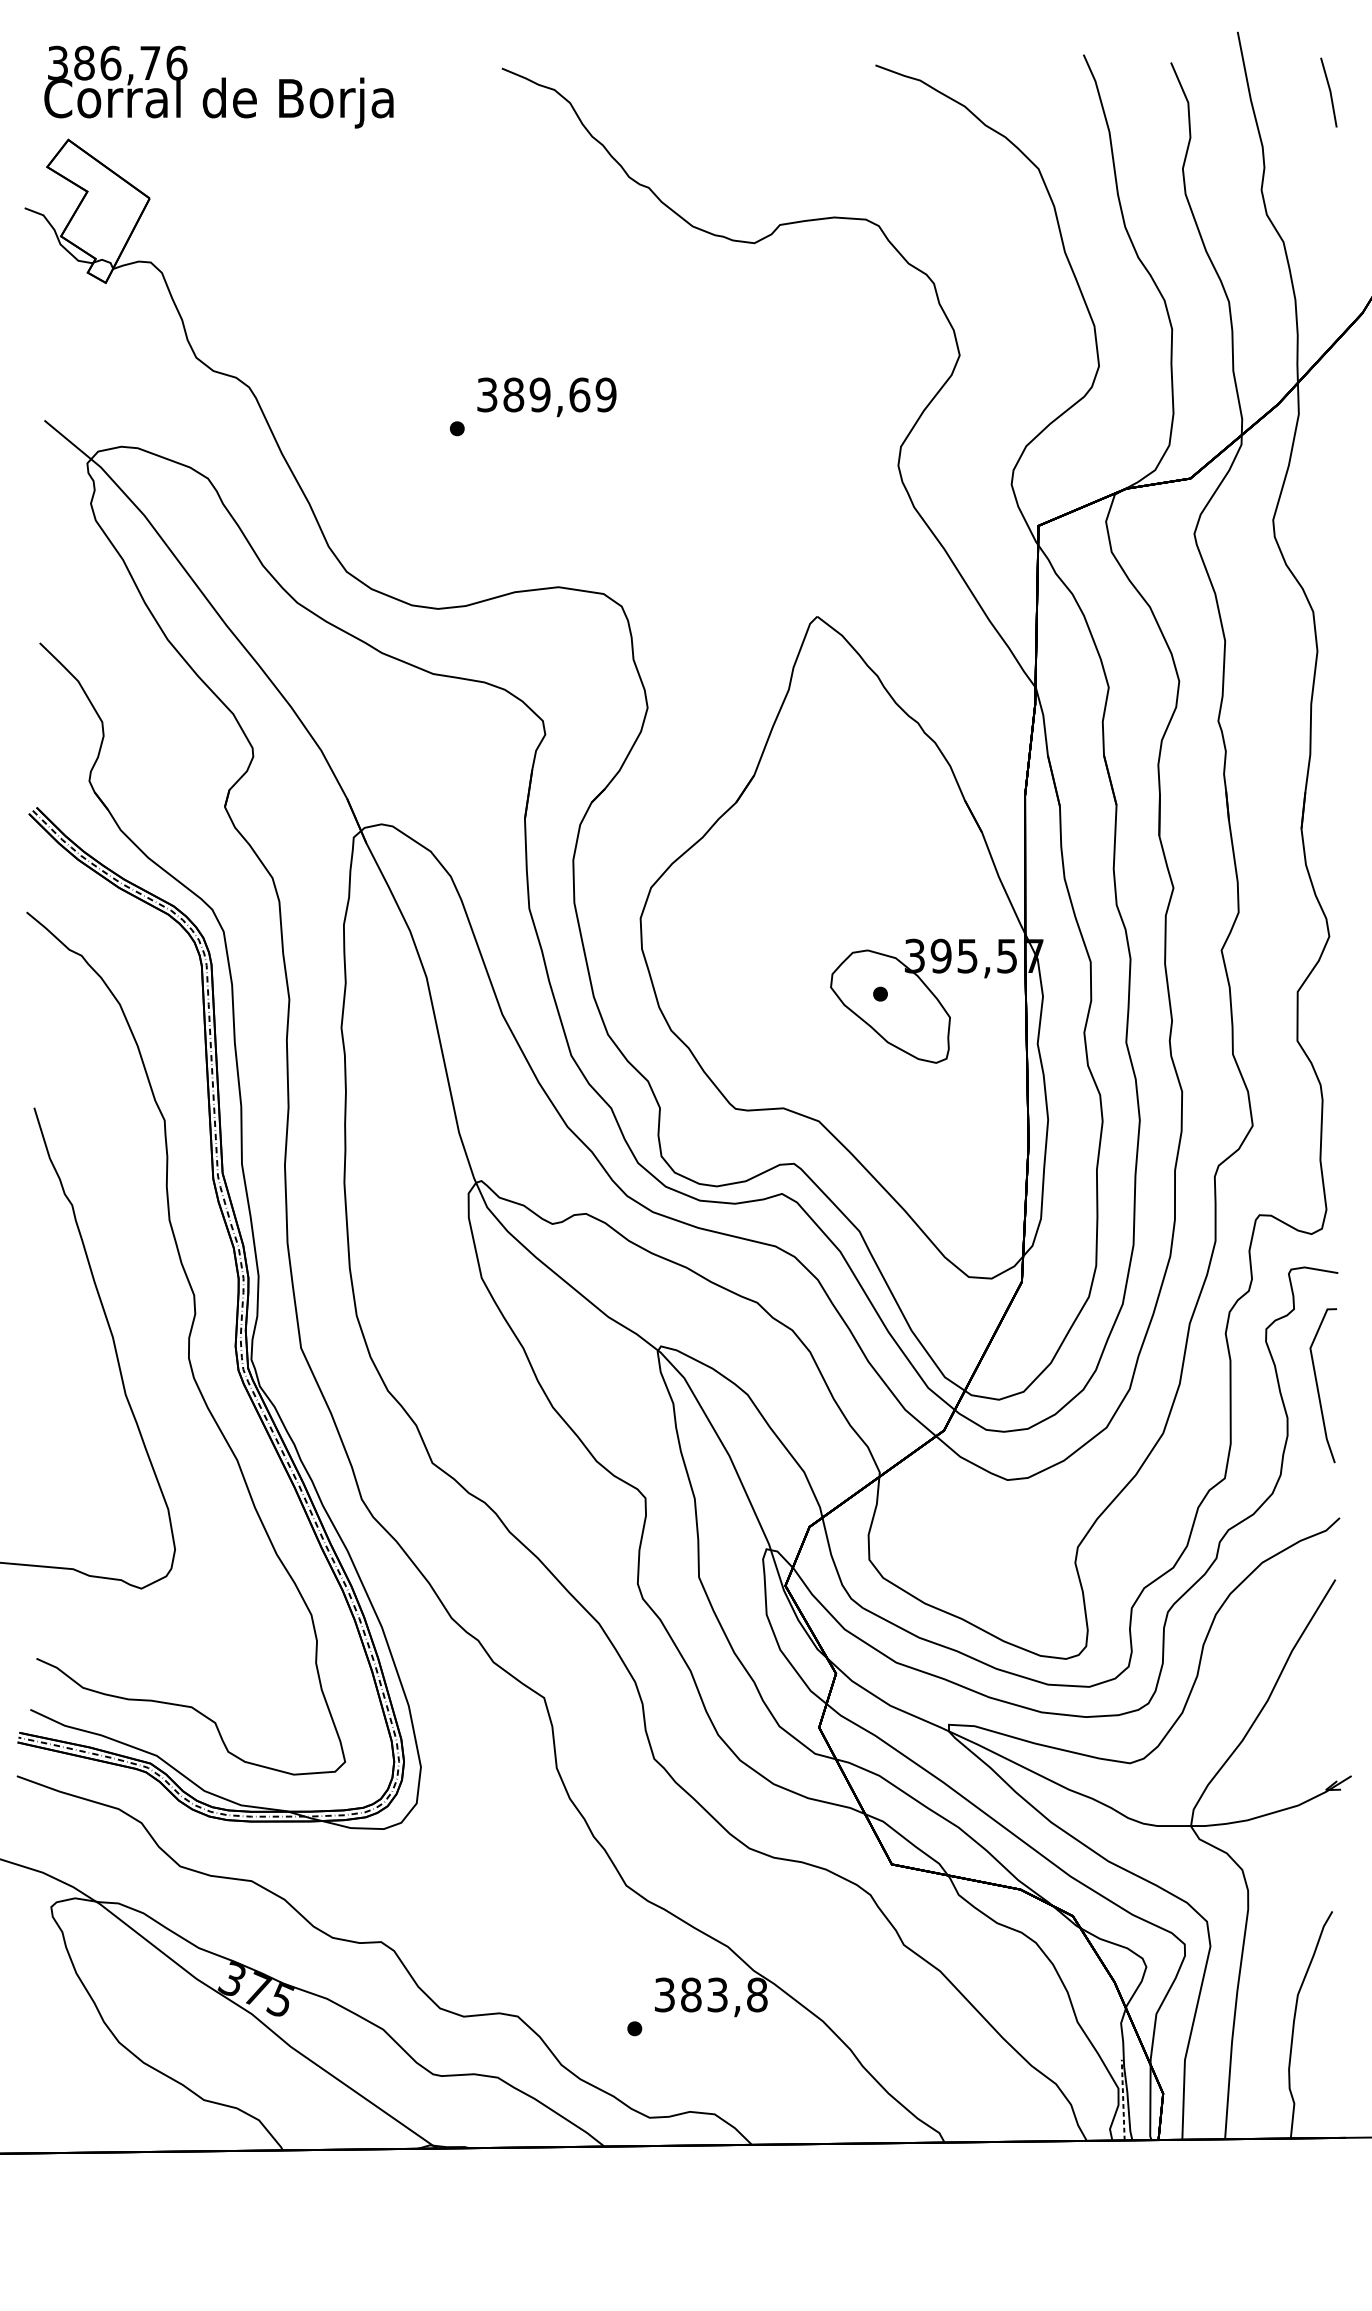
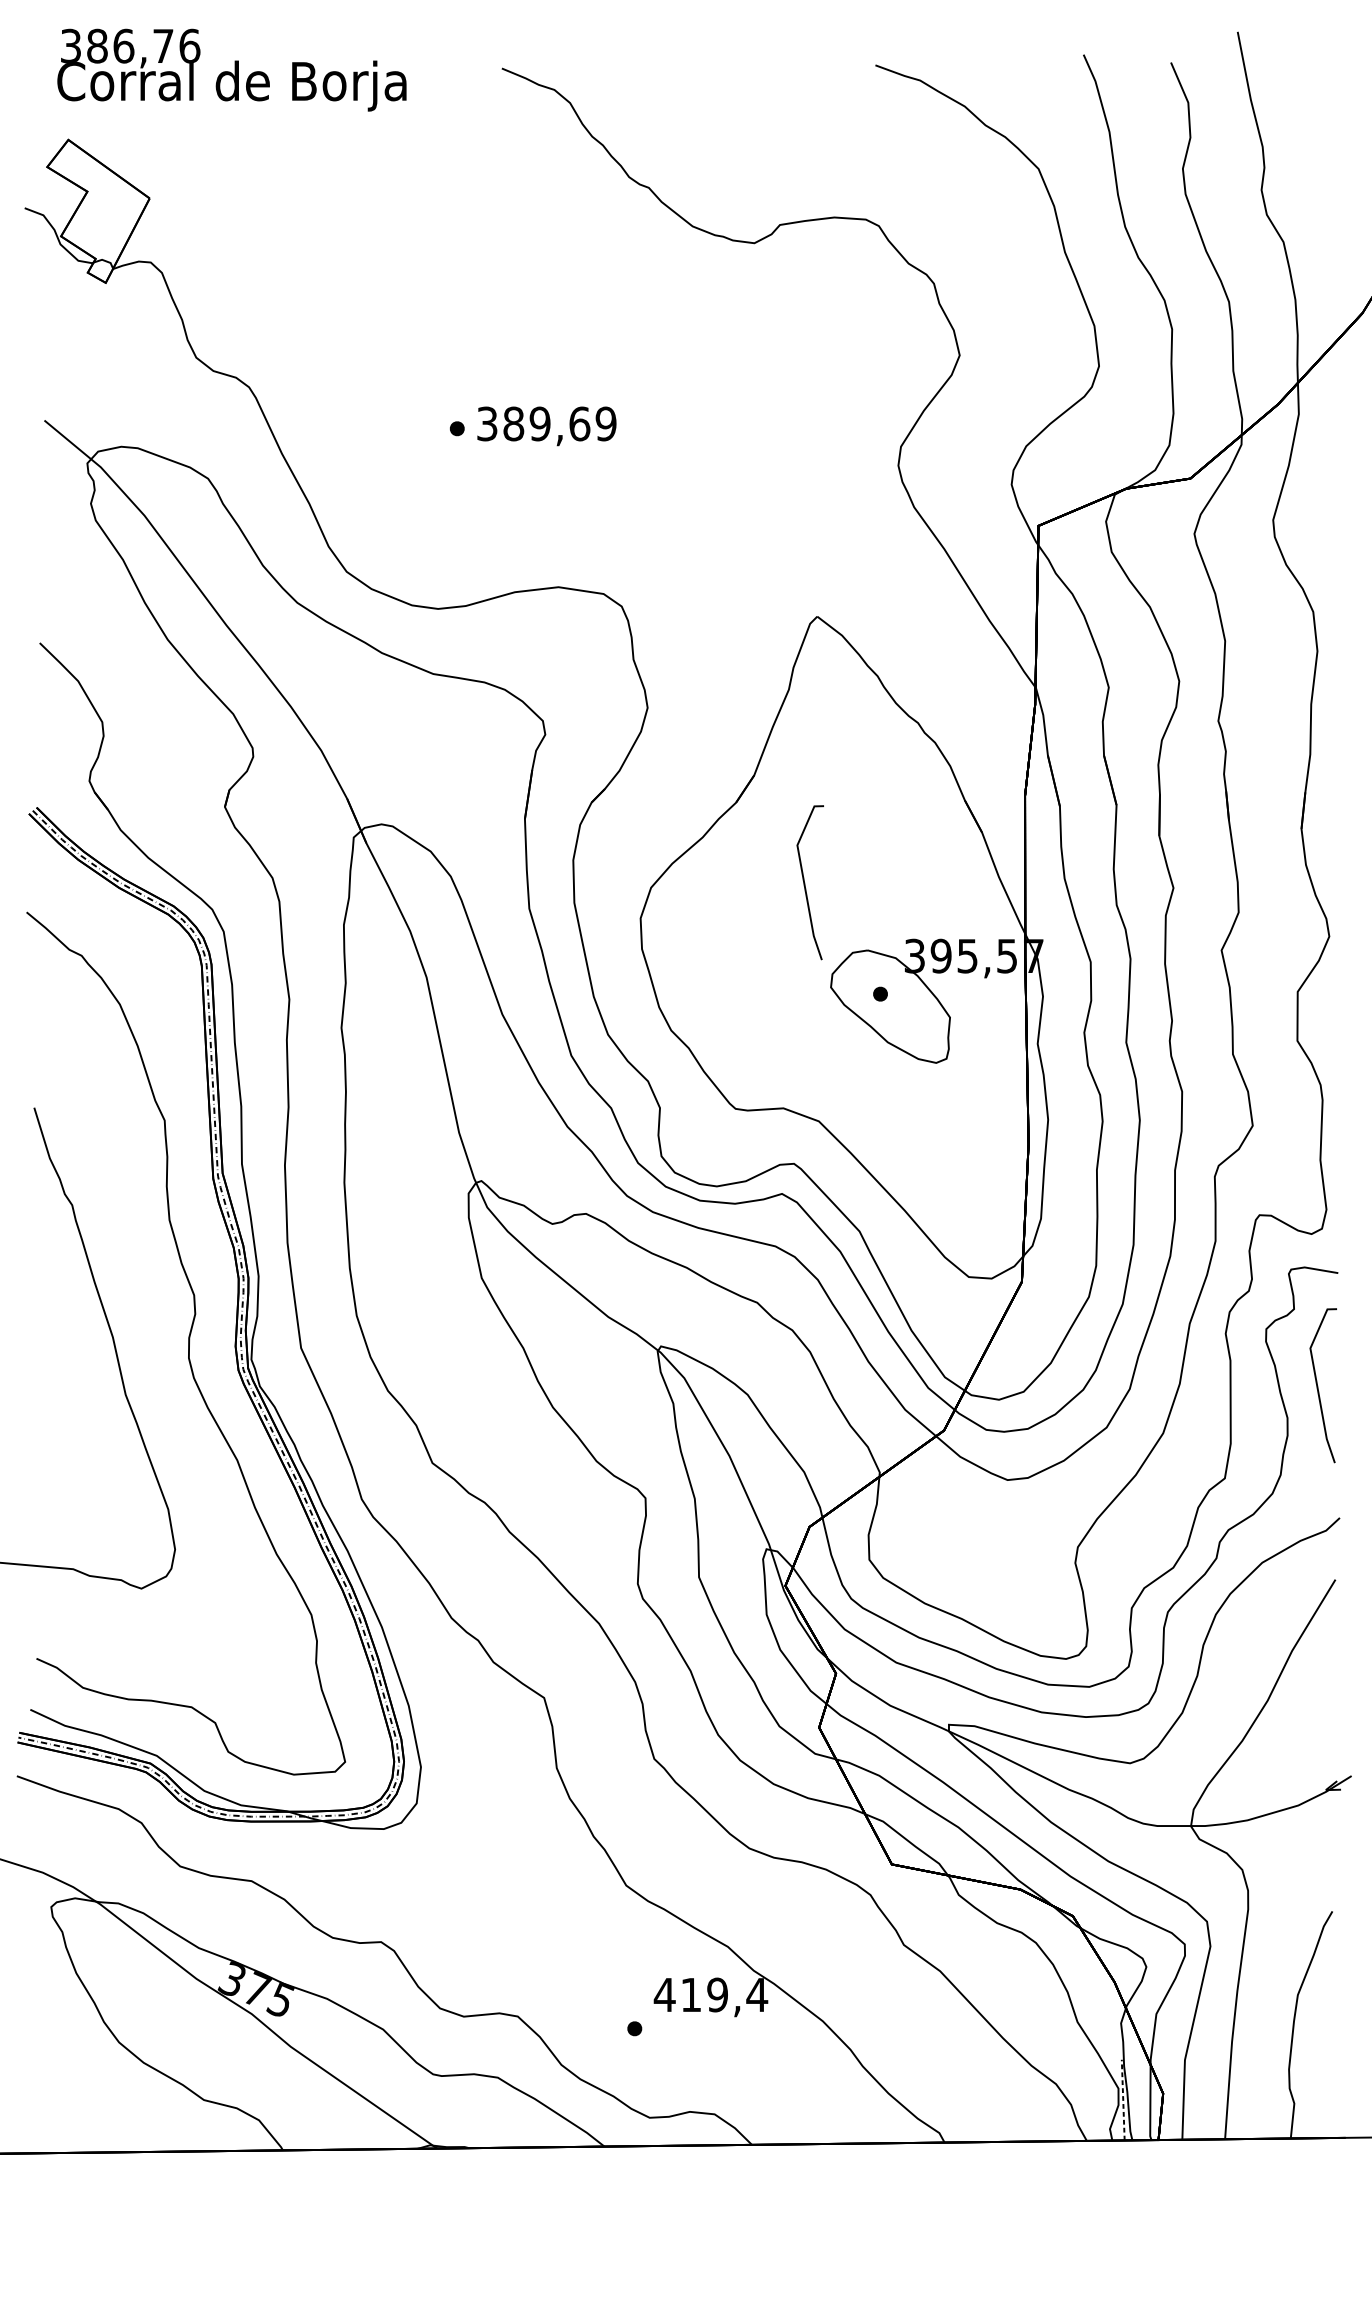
text at (218, 86) position: (218, 86) -> (231, 69)
line at (1329, 92): present -> none
text at (546, 397) position: (546, 397) -> (546, 426)
line at (805, 883): none -> present
text at (710, 1994): 383,8 -> 419,4
